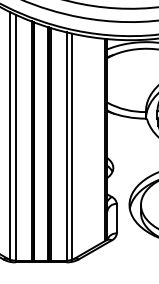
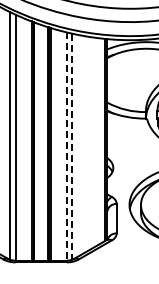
line at (66, 147): solid -> dashed
line at (72, 147): solid -> dashed
